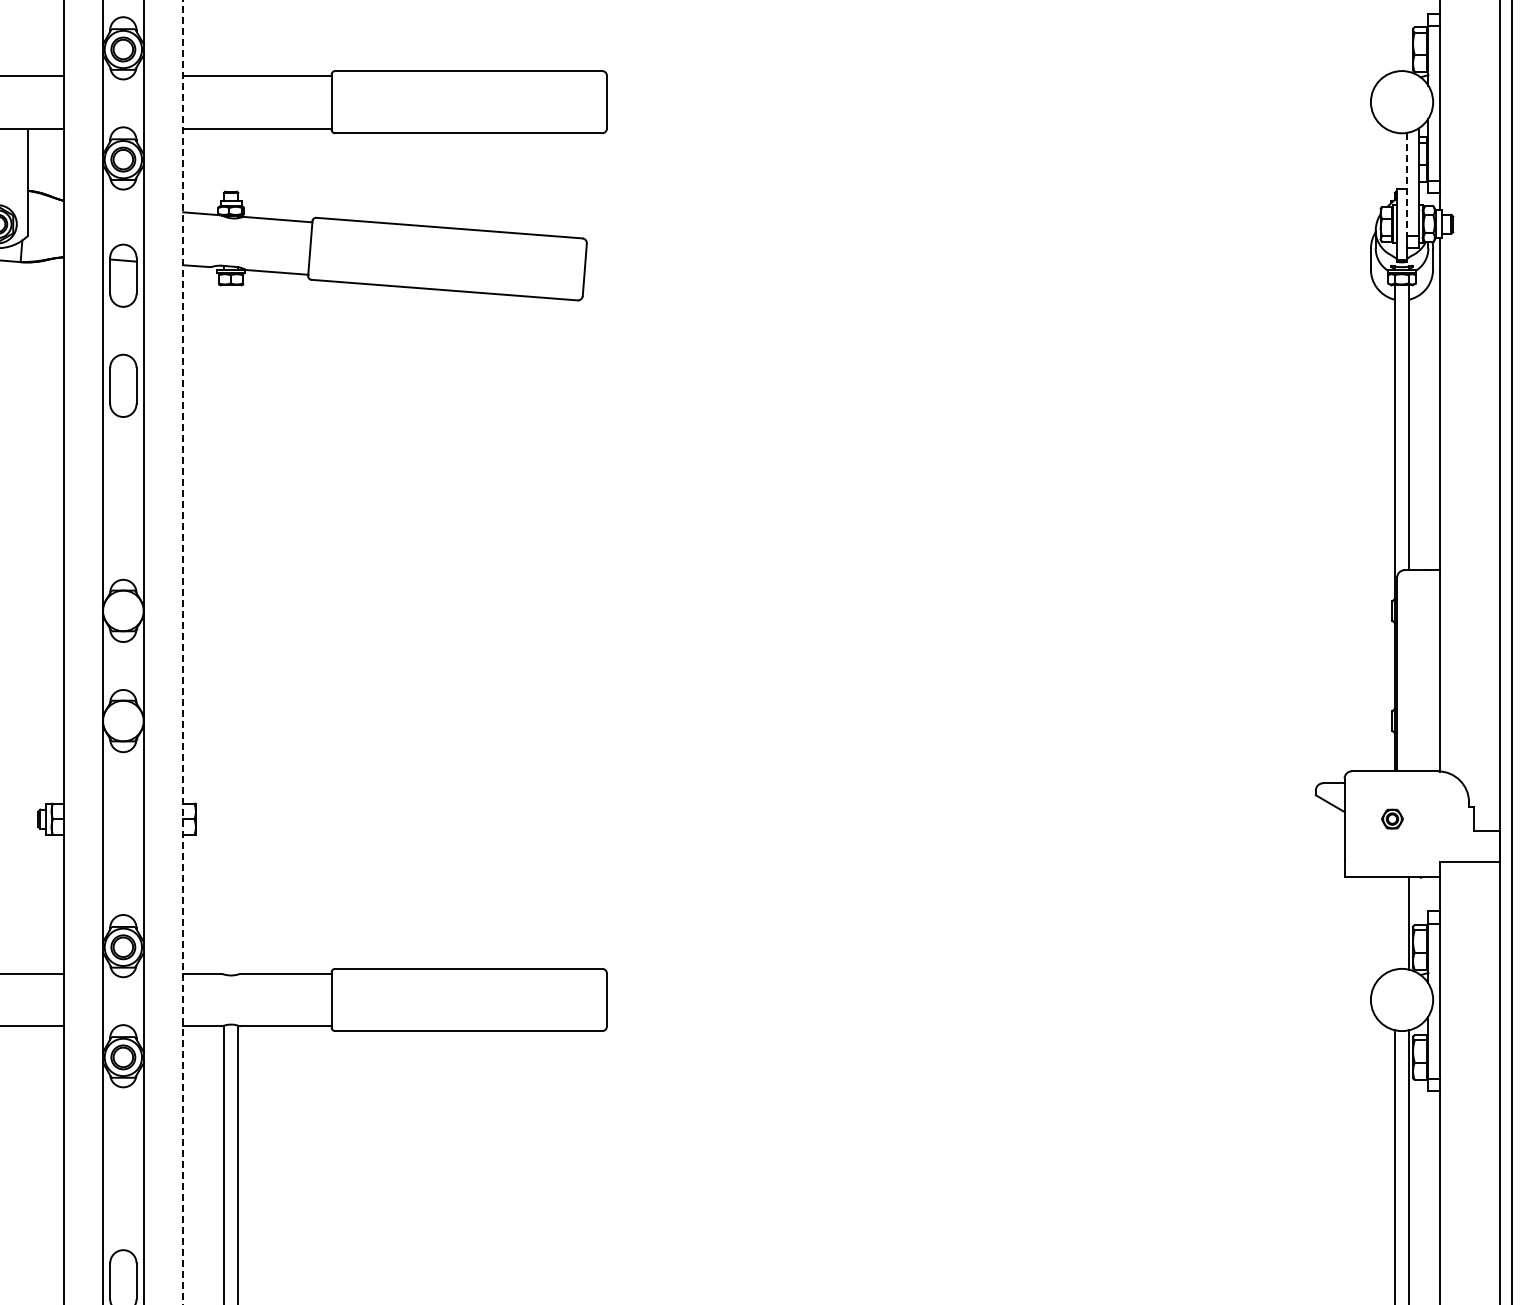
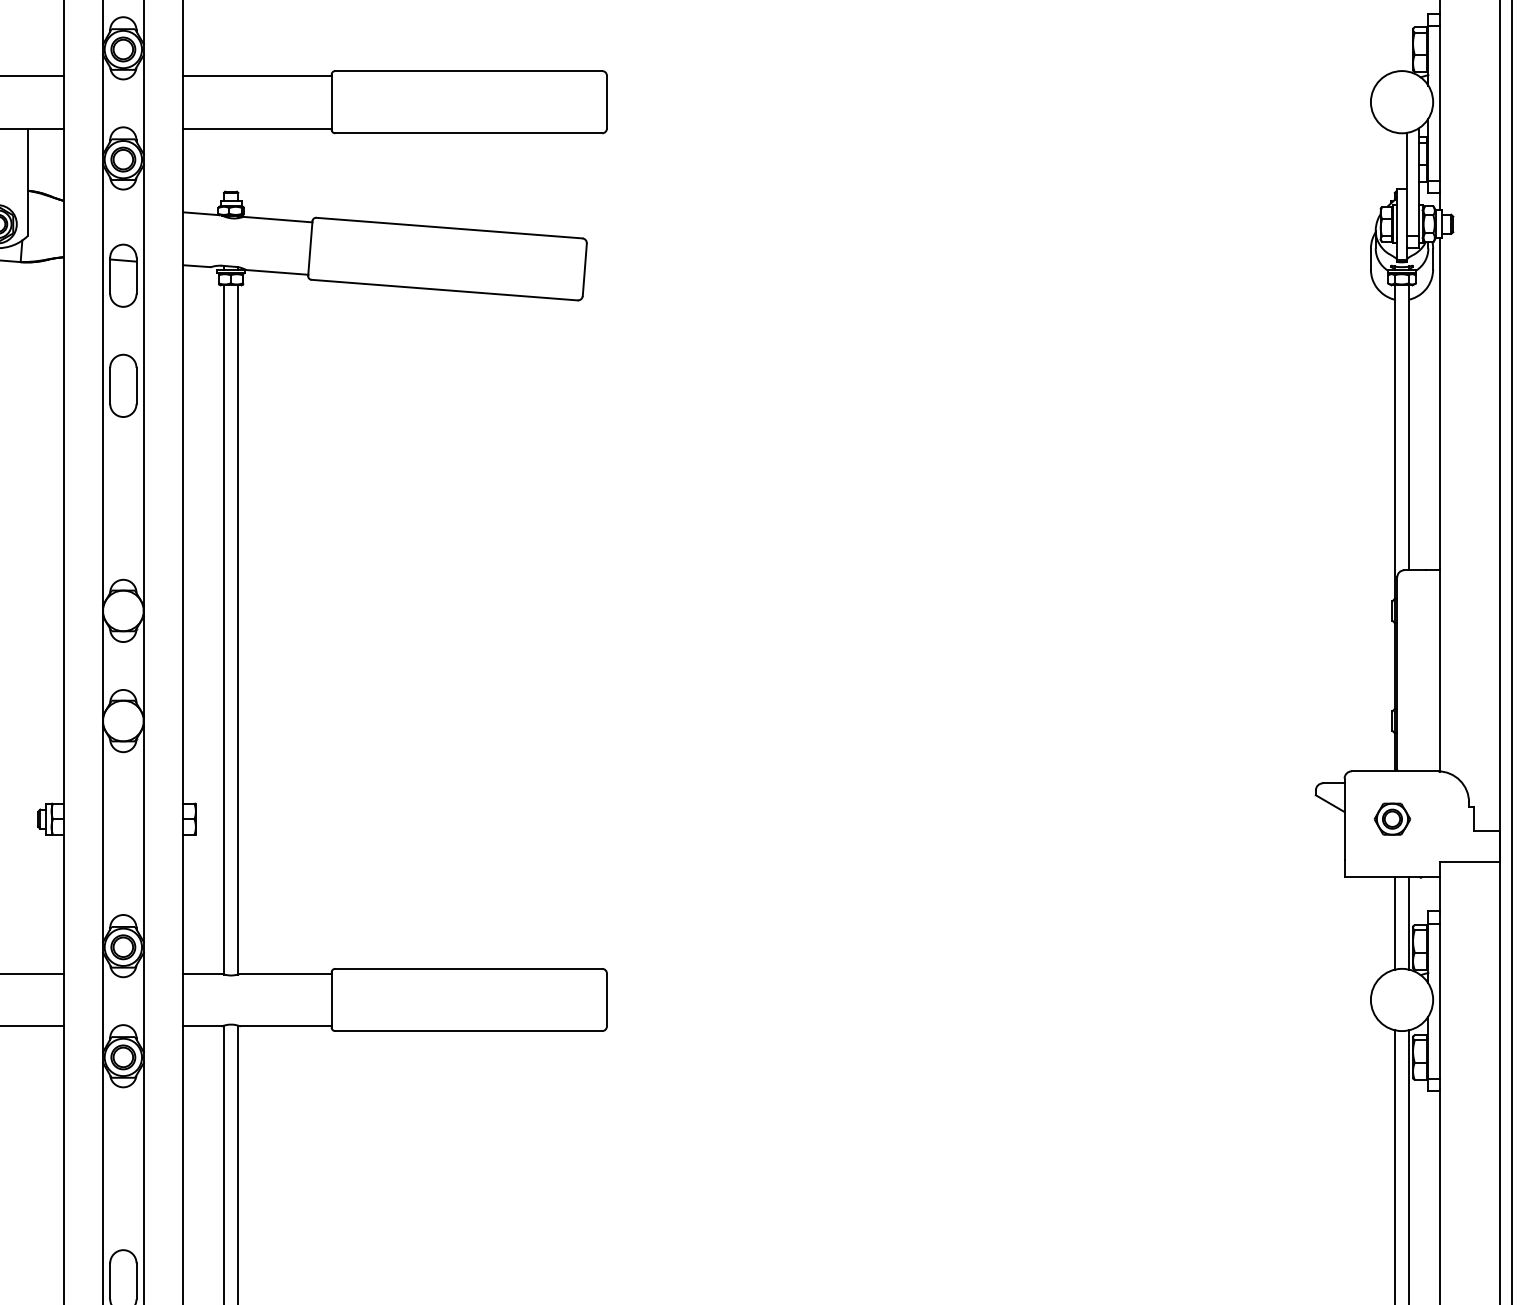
line at (1406, 184): dashed -> solid
line at (223, 629): none -> present
line at (238, 629): none -> present
line at (183, 652): dashed -> solid
part at (1392, 818) size: 23x22 px -> 37x34 px
line at (1394, 922): none -> present
